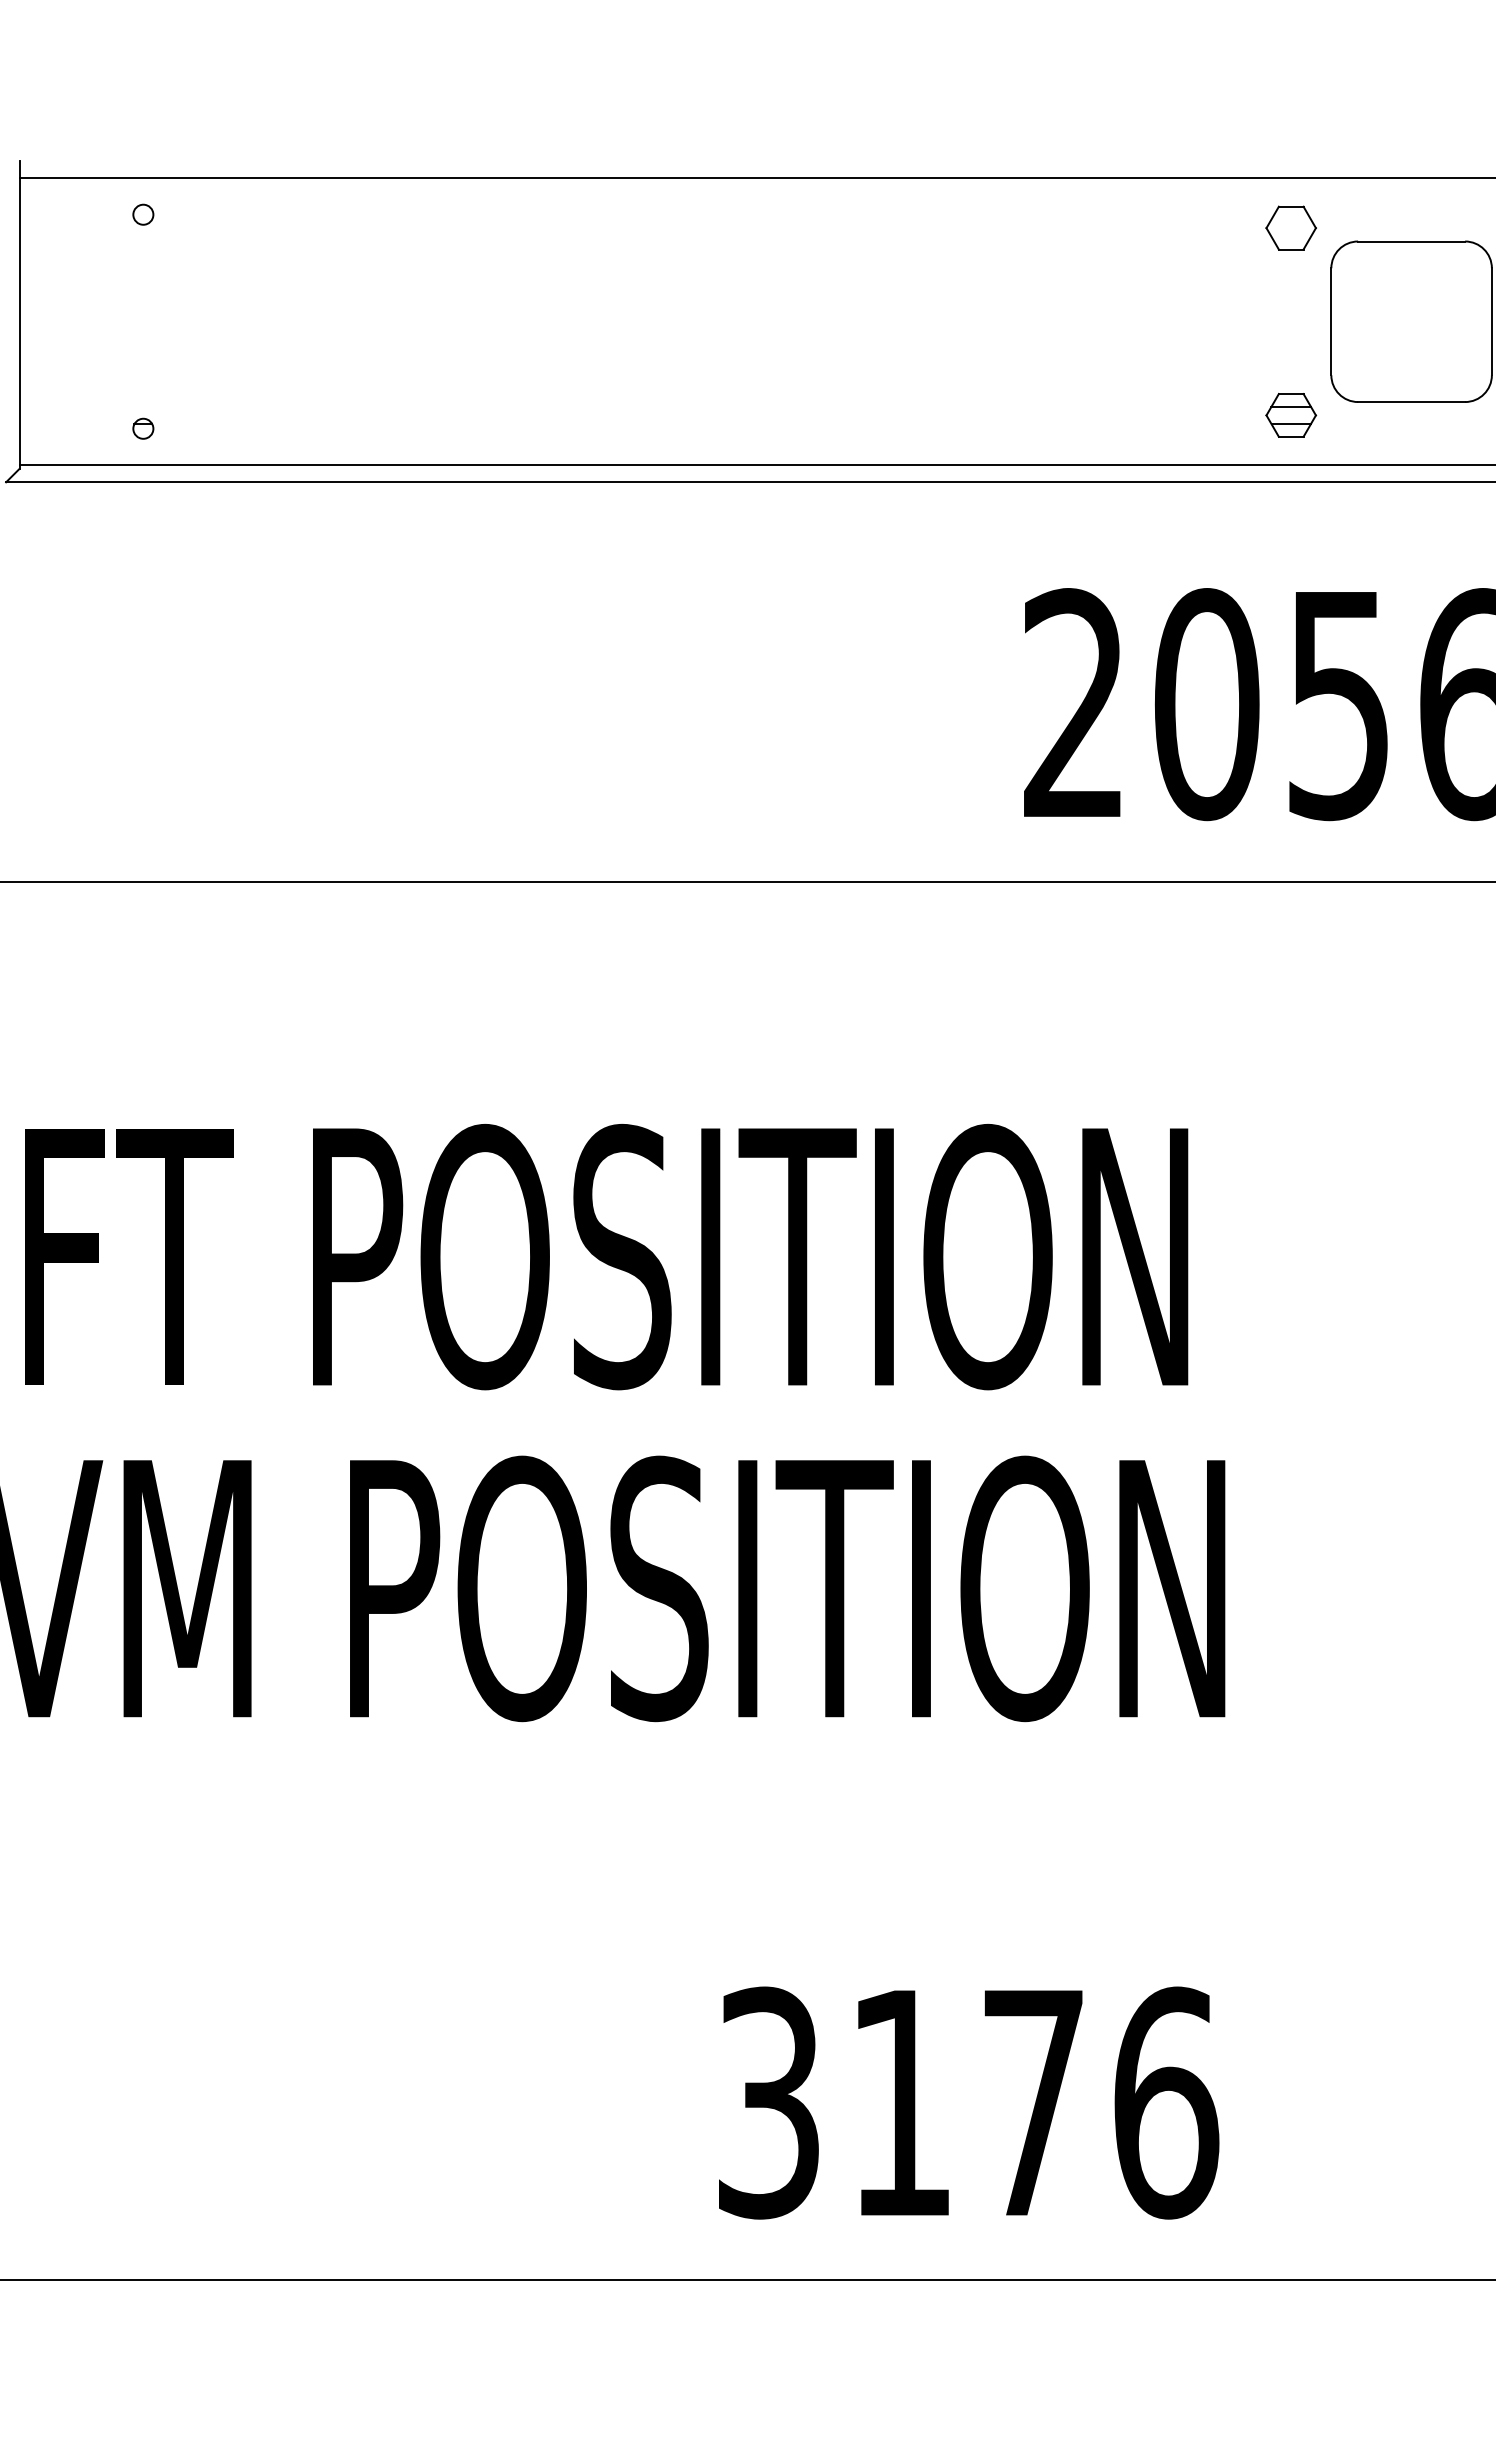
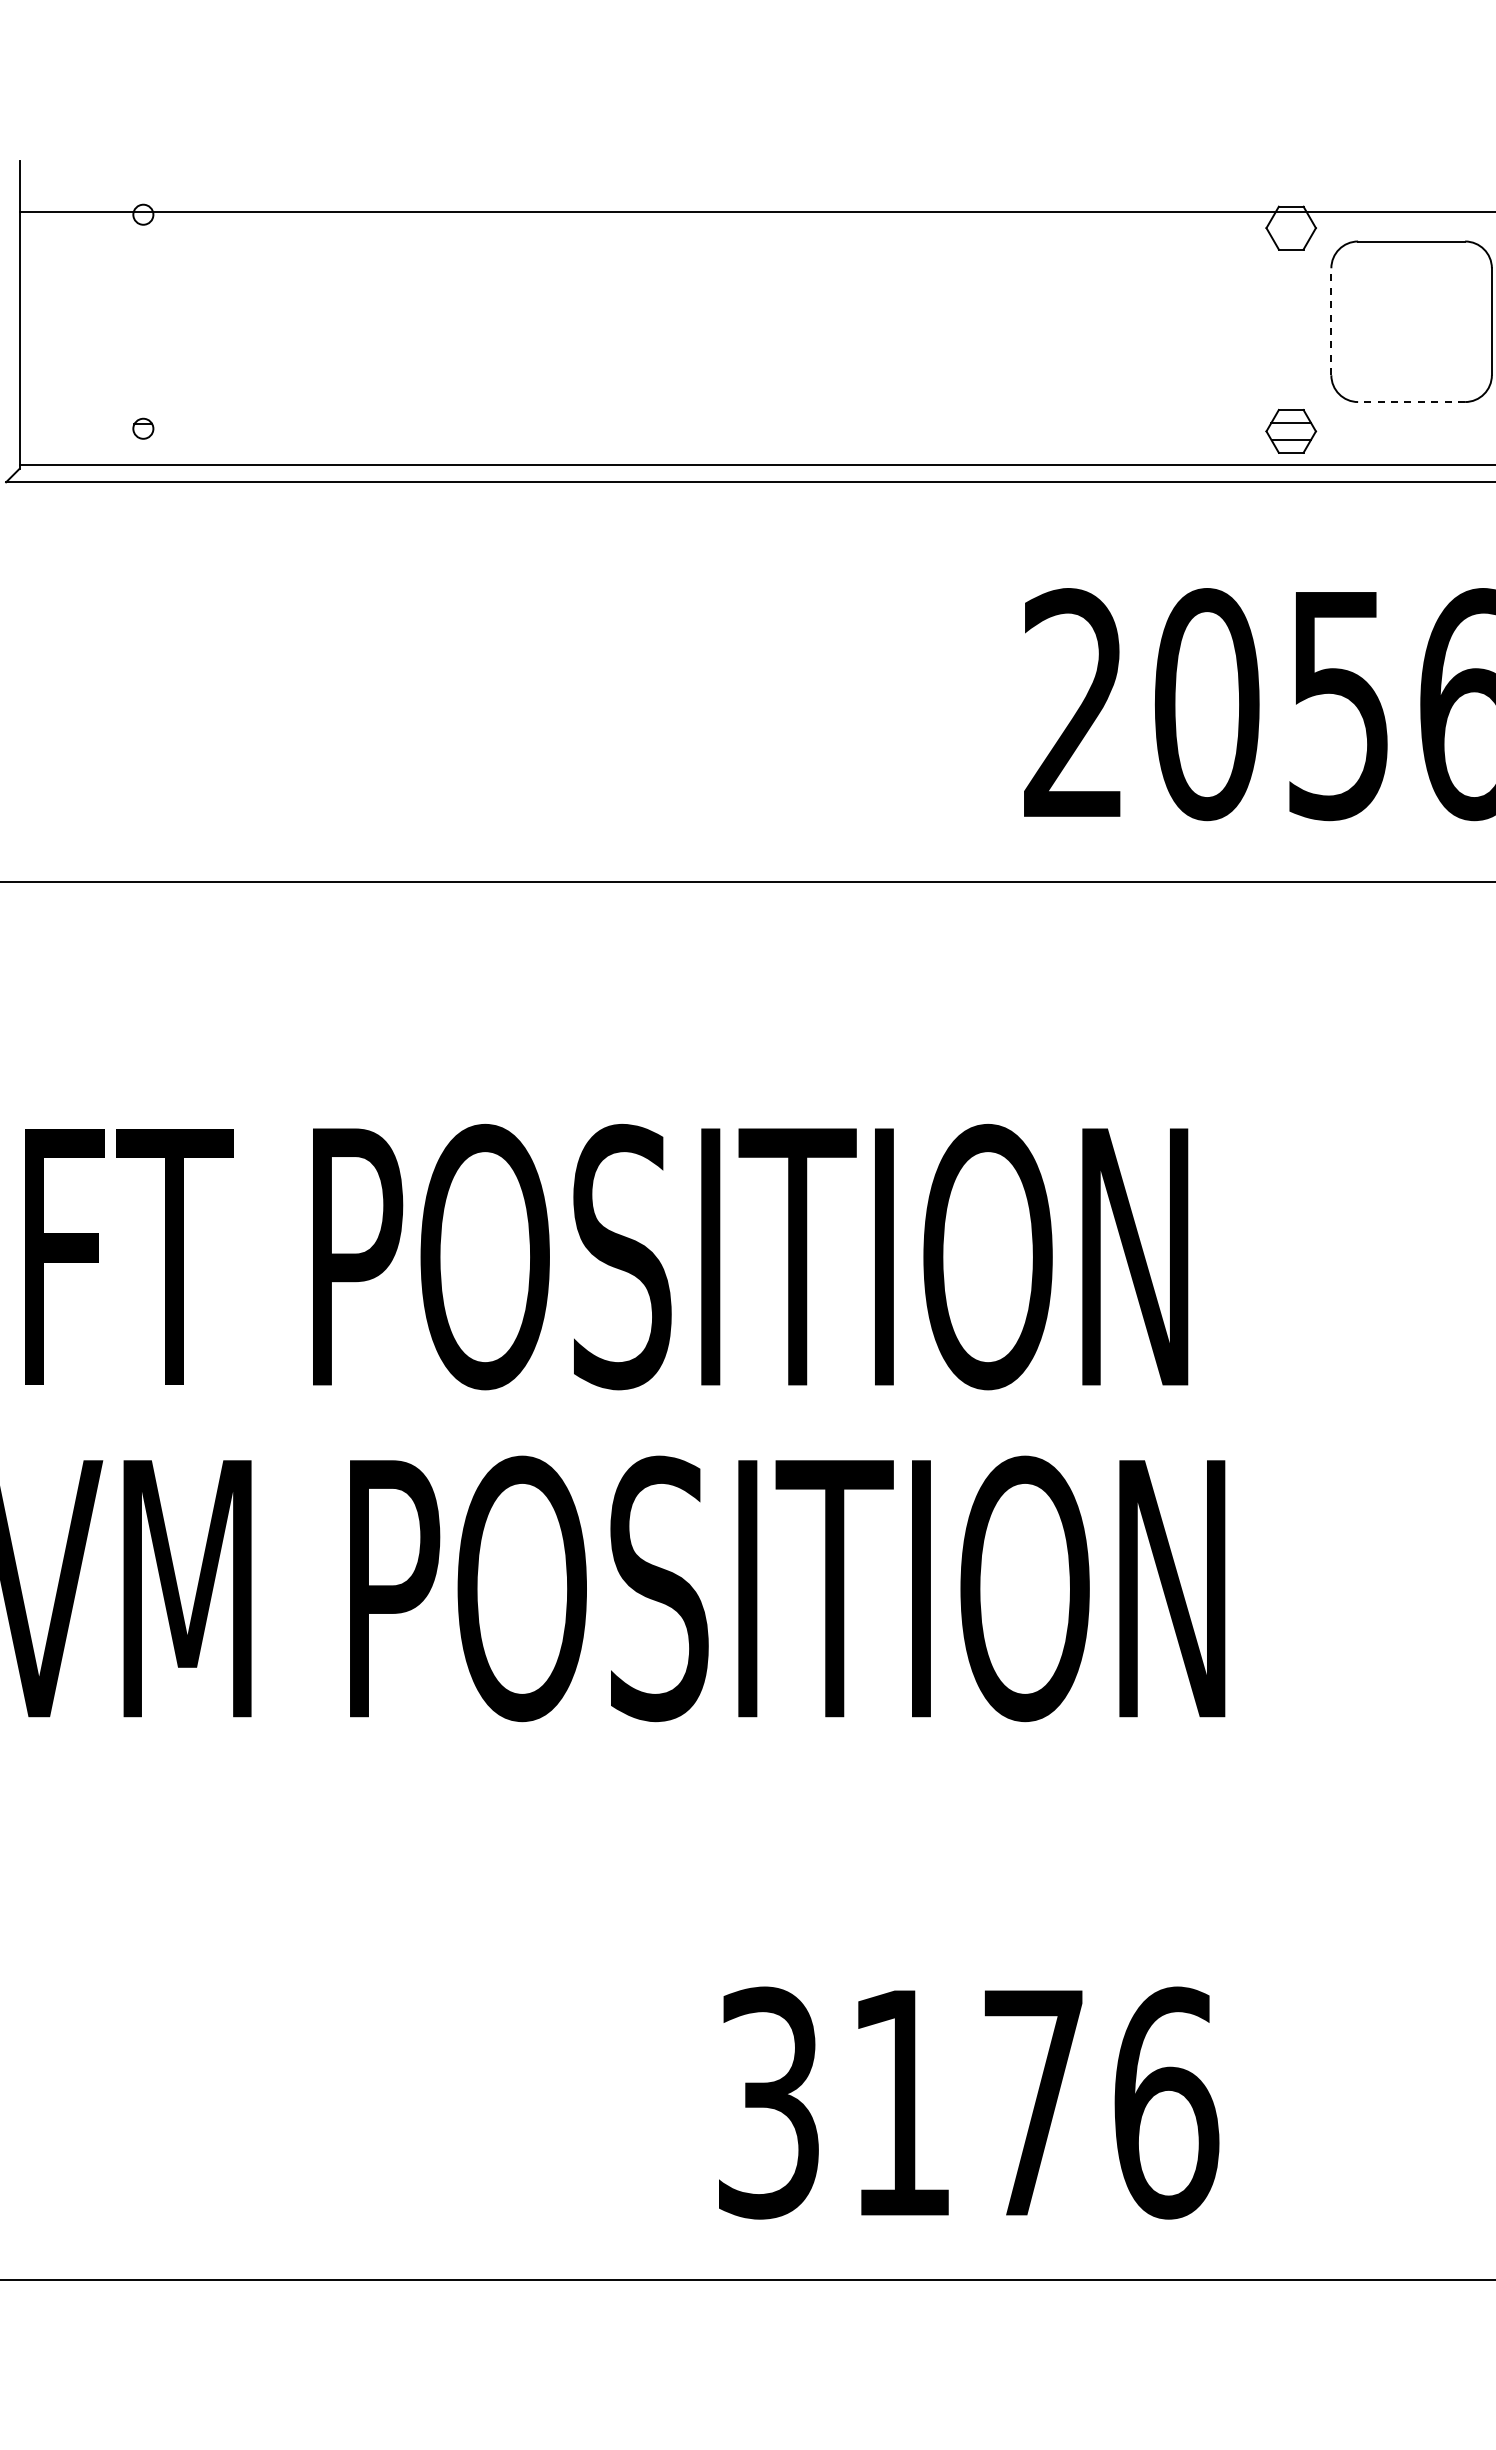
line at (755, 178) position: (755, 178) -> (755, 212)
line at (1331, 321): solid -> dashed
line at (1411, 402): solid -> dashed
part at (1291, 415) position: (1291, 415) -> (1291, 431)
